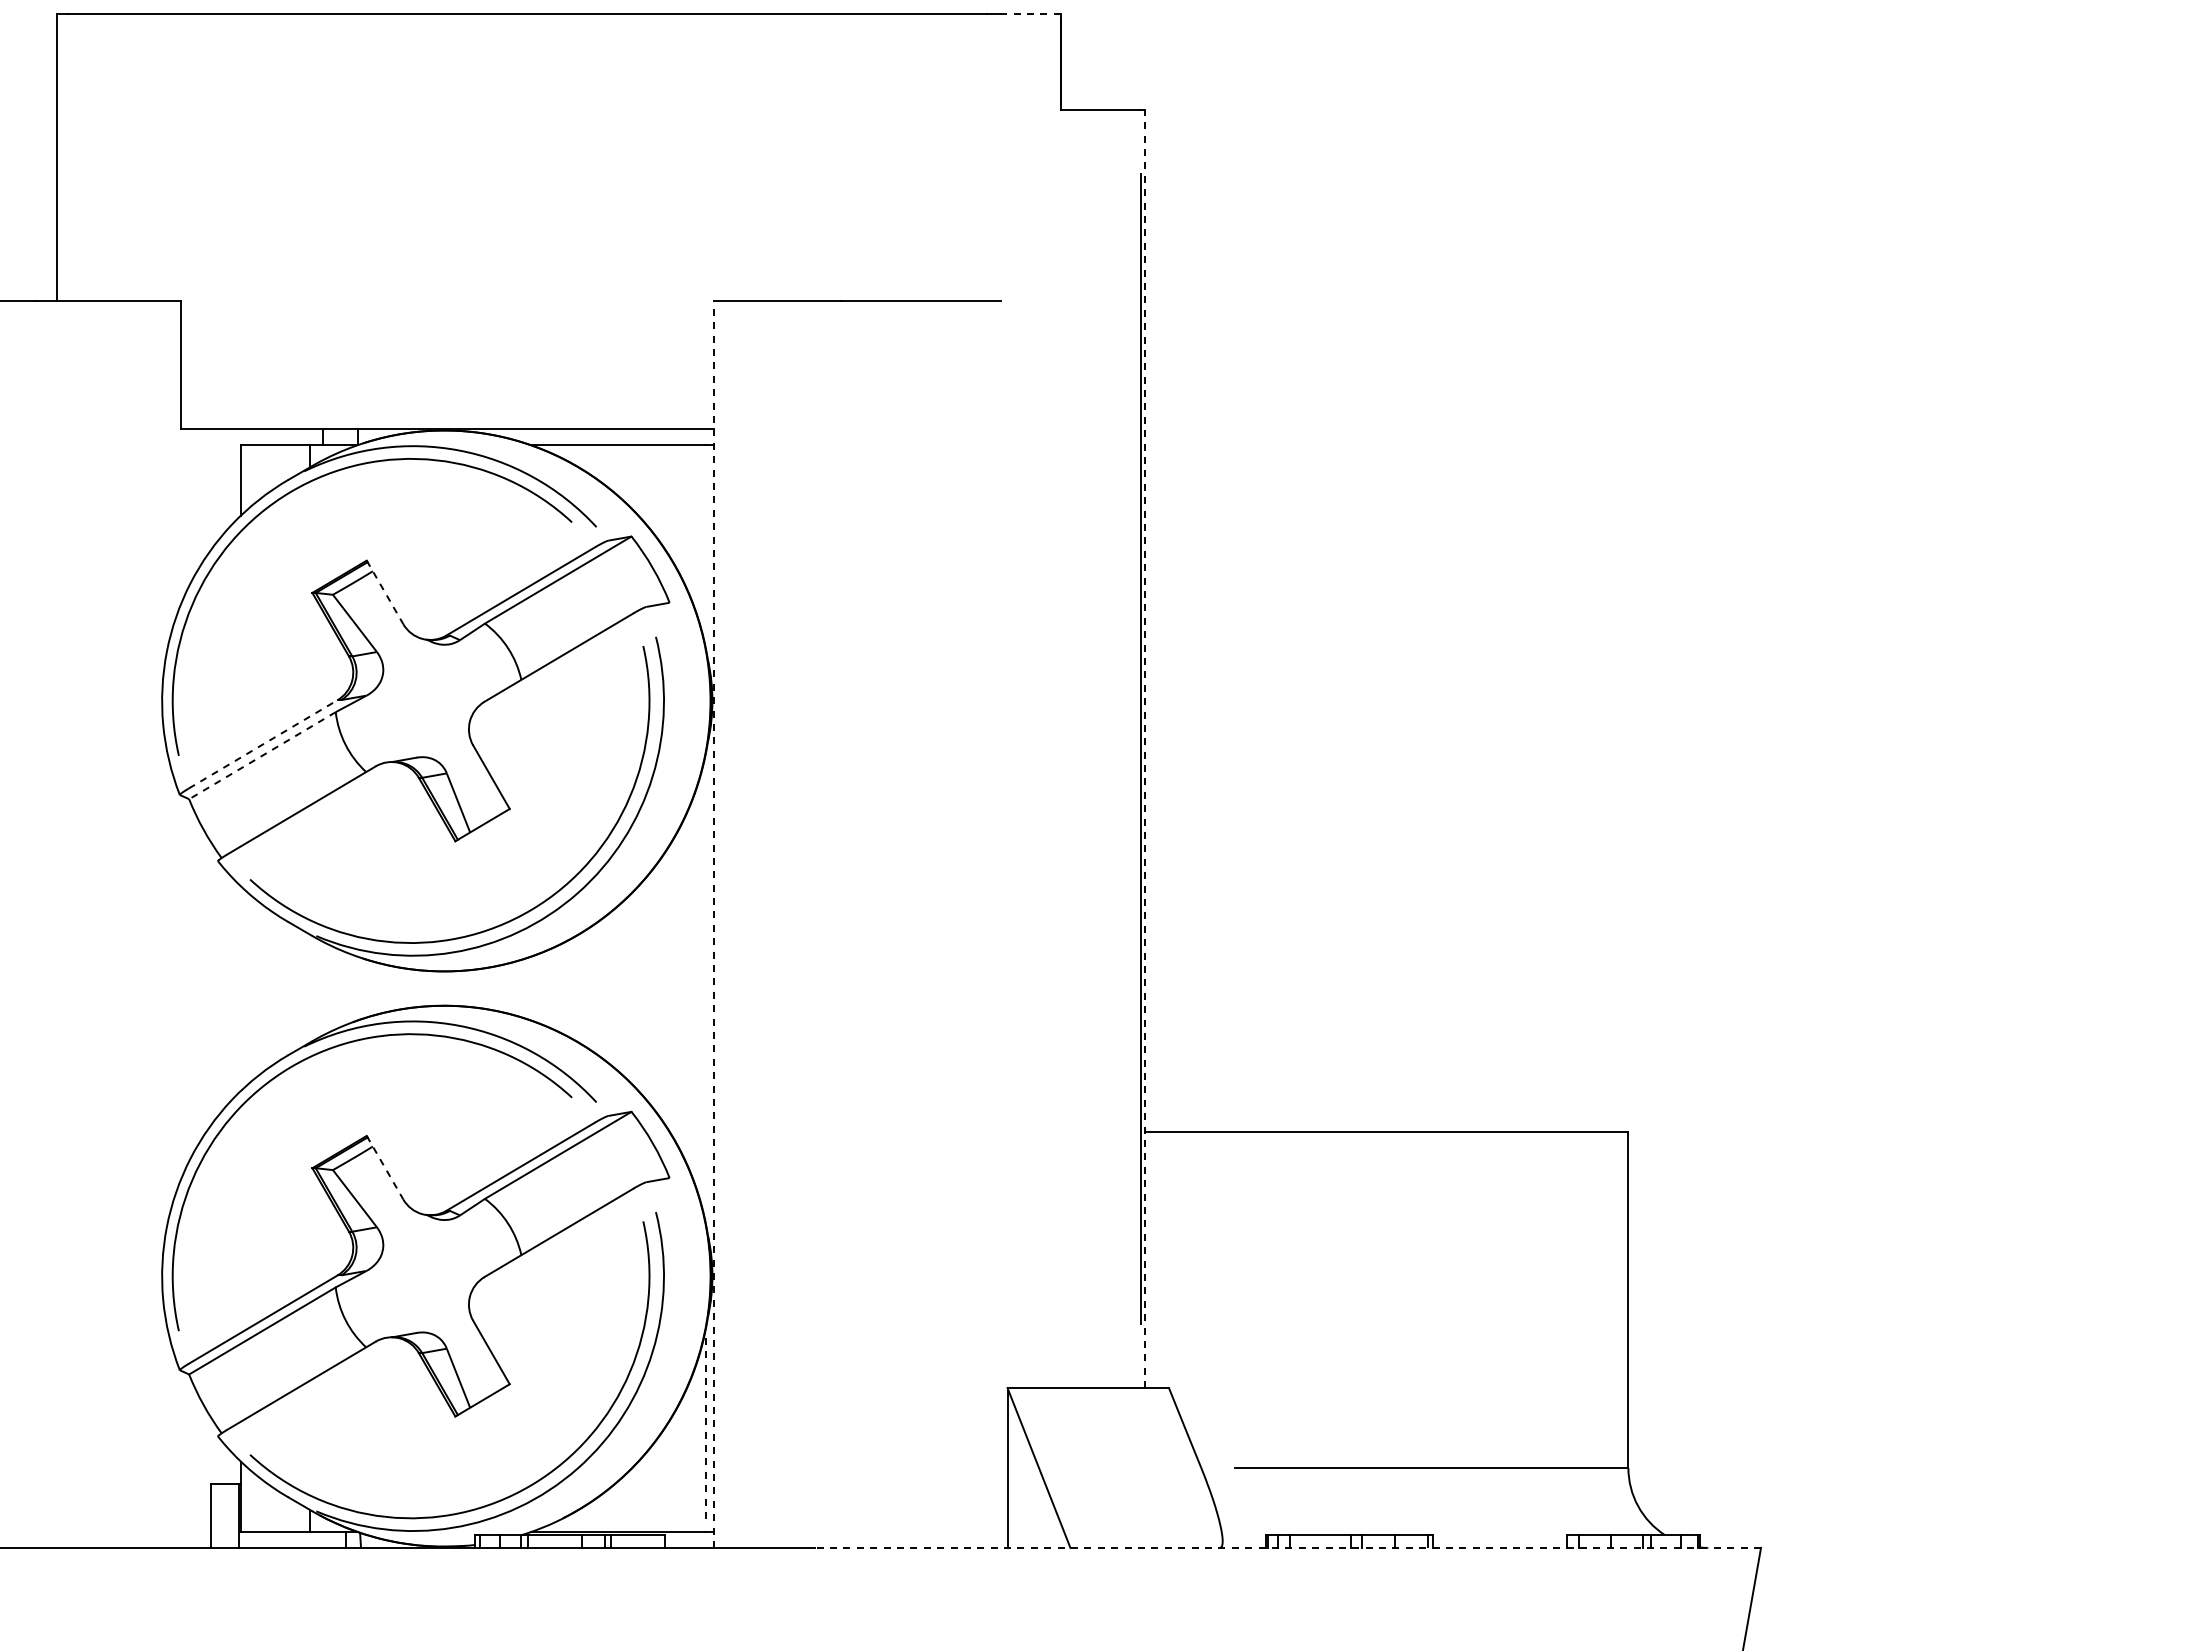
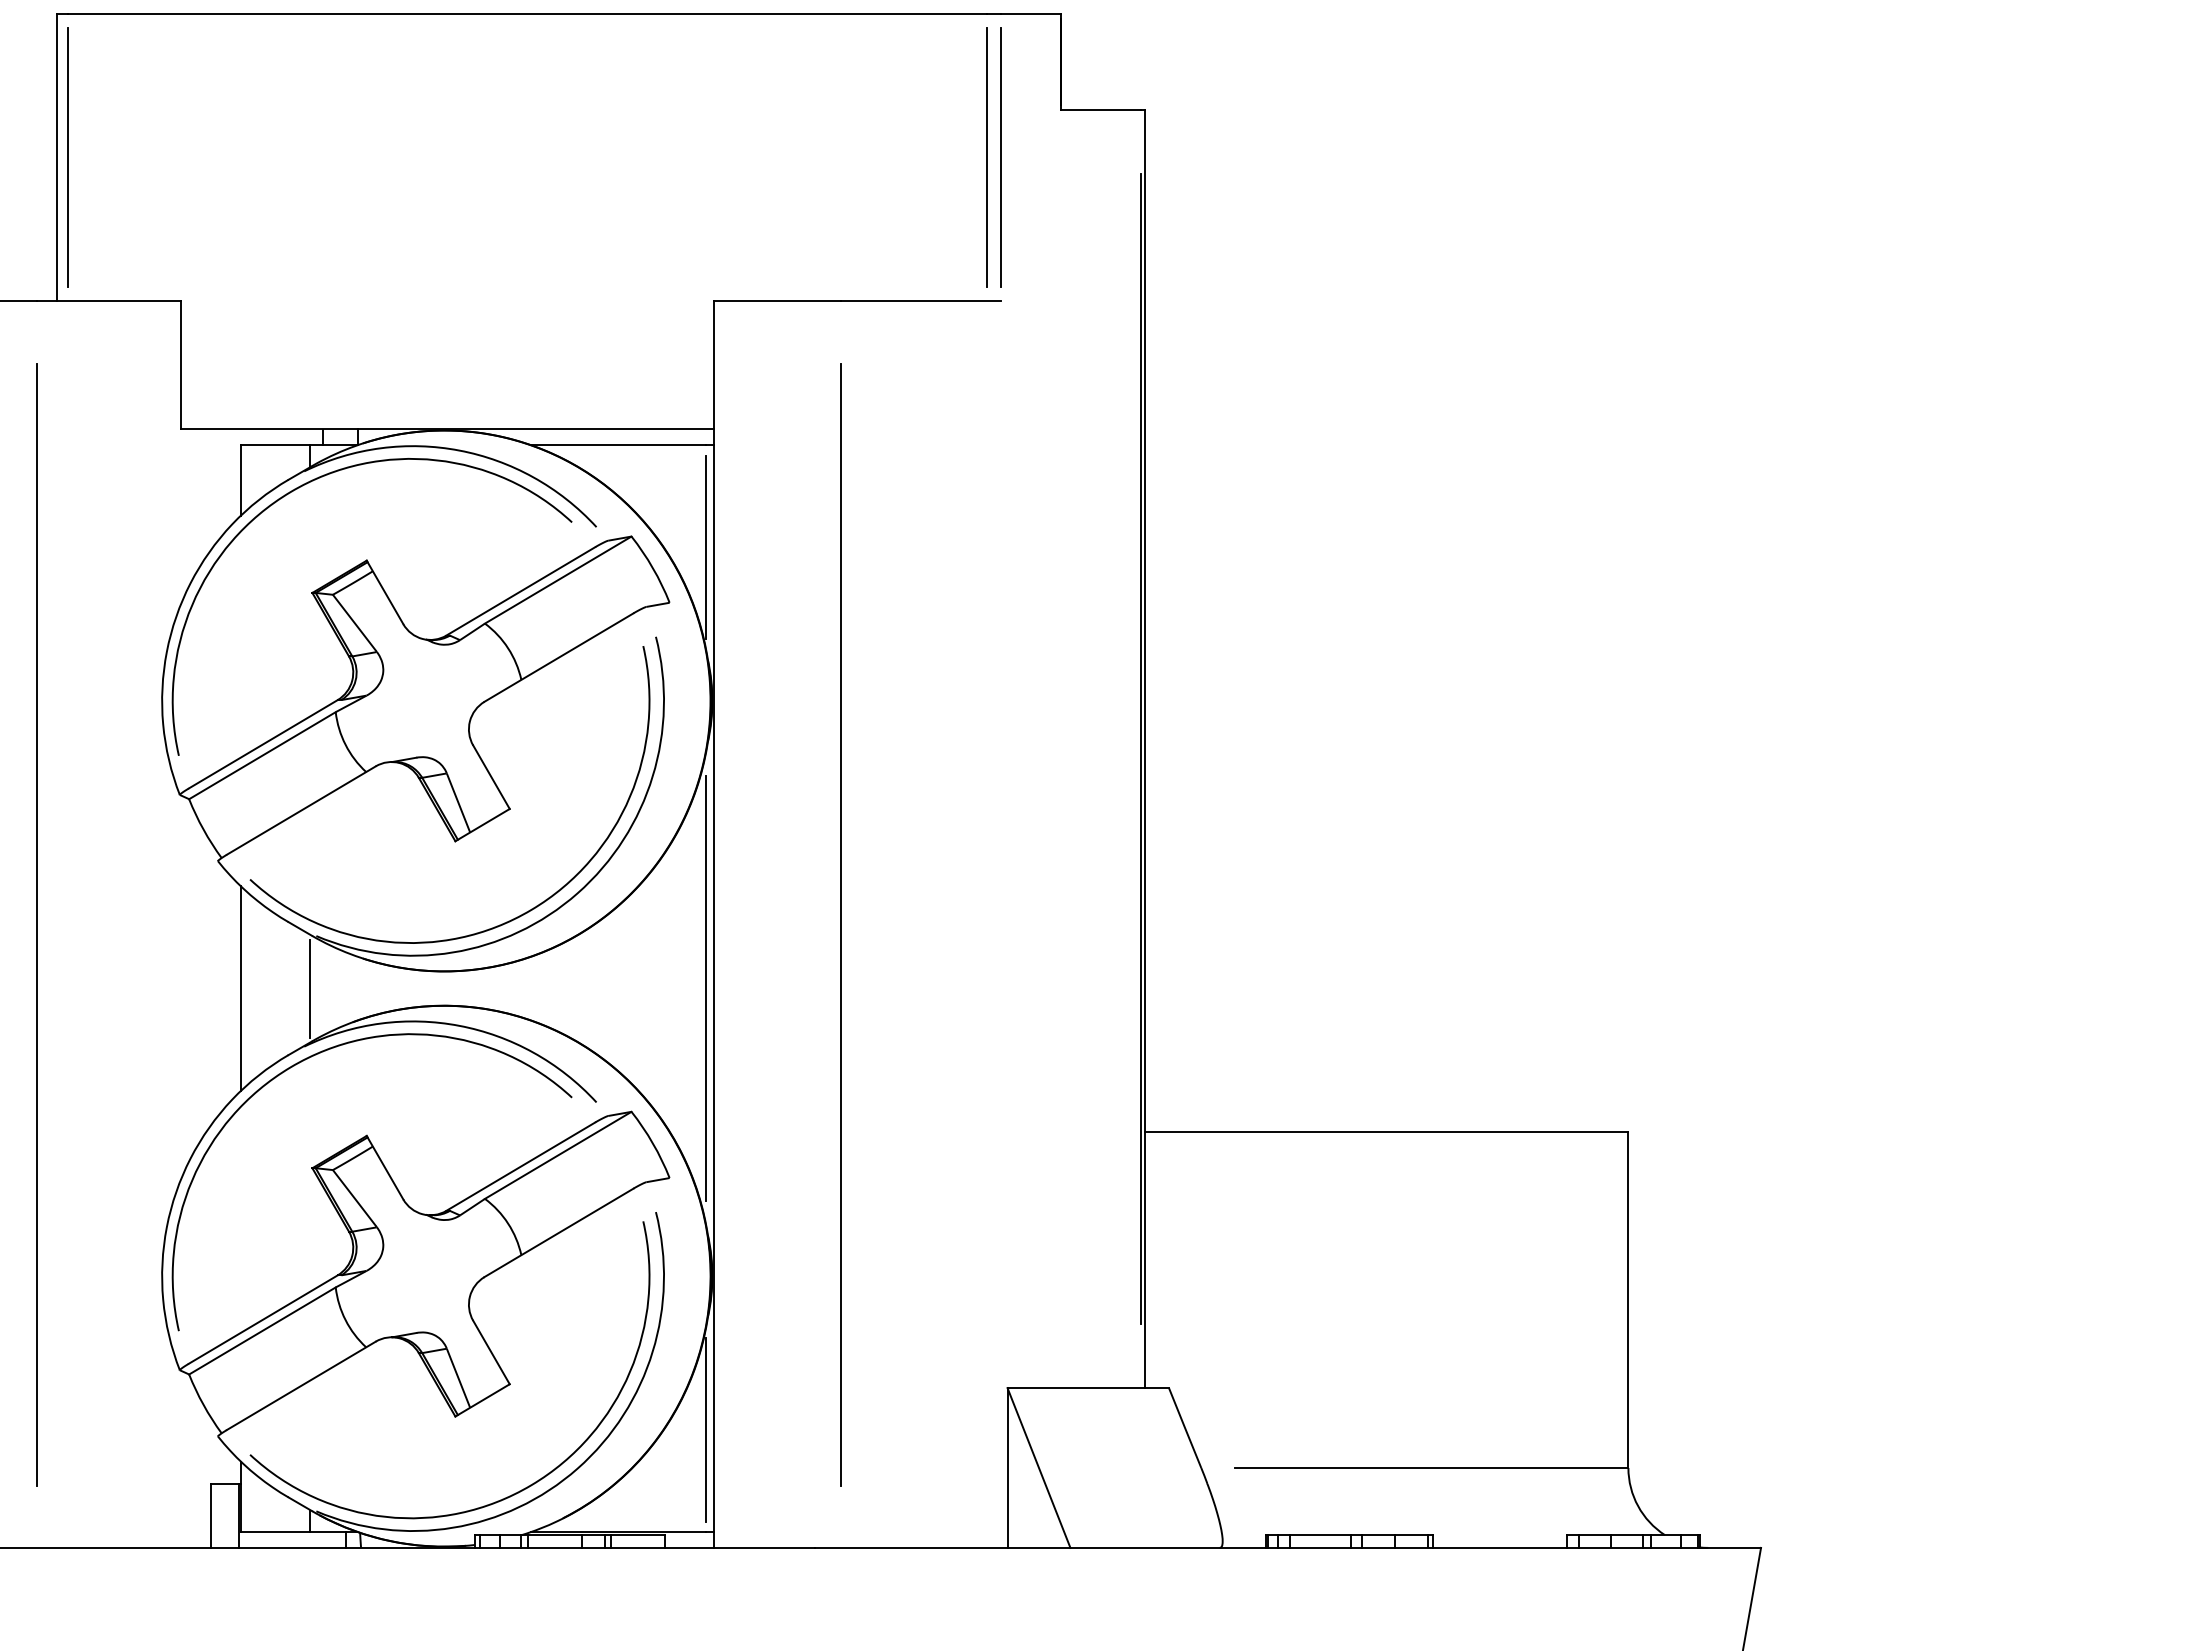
line at (1031, 13): dashed -> solid
line at (67, 157): none -> present
line at (986, 157): none -> present
line at (1001, 157): none -> present
line at (706, 547): none -> present
line at (385, 592): dashed -> solid
line at (263, 744): dashed -> solid
line at (1145, 748): dashed -> solid
line at (262, 755): dashed -> solid
line at (36, 924): none -> present
line at (713, 924): dashed -> solid
line at (840, 924): none -> present
line at (240, 988): none -> present
line at (309, 988): none -> present
line at (706, 988): none -> present
line at (385, 1167): dashed -> solid
line at (706, 1429): dashed -> solid
line at (1288, 1547): dashed -> solid
